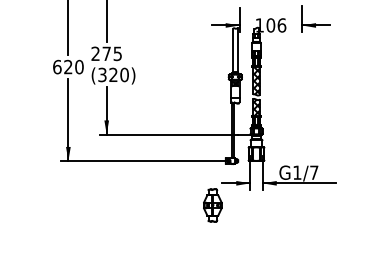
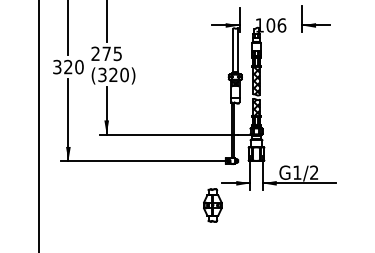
text at (57, 66): 620 -> 320
line at (38, 125): none -> present
text at (314, 172): G1/7 -> G1/2
